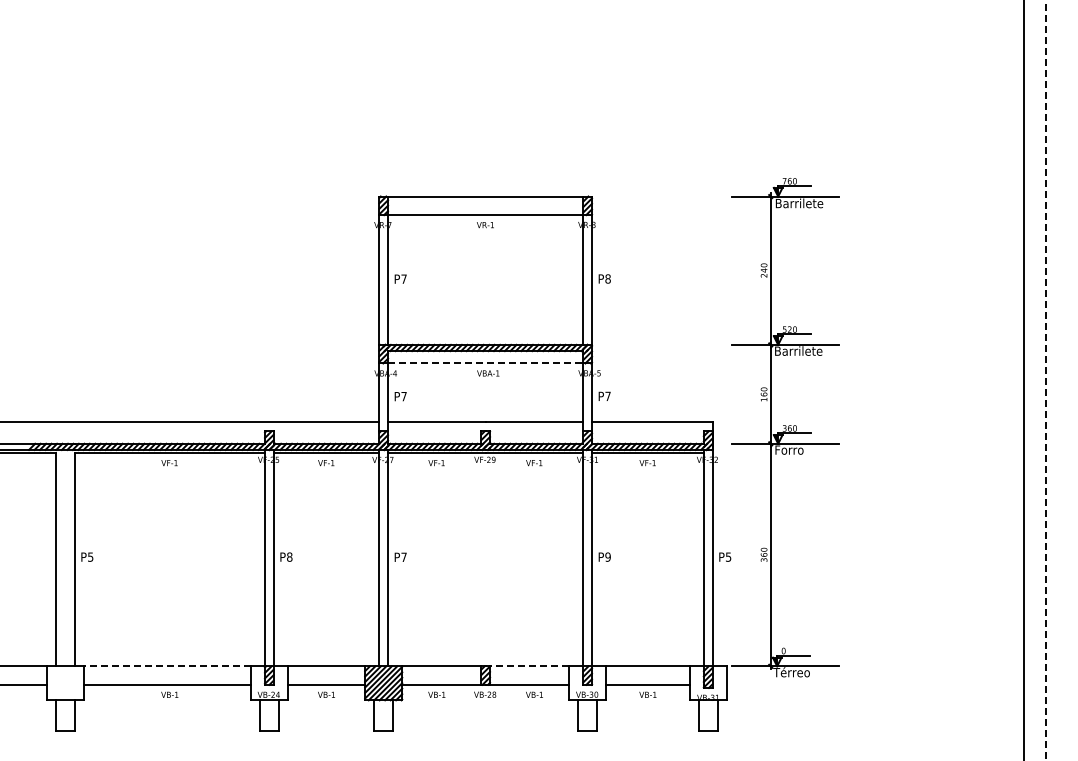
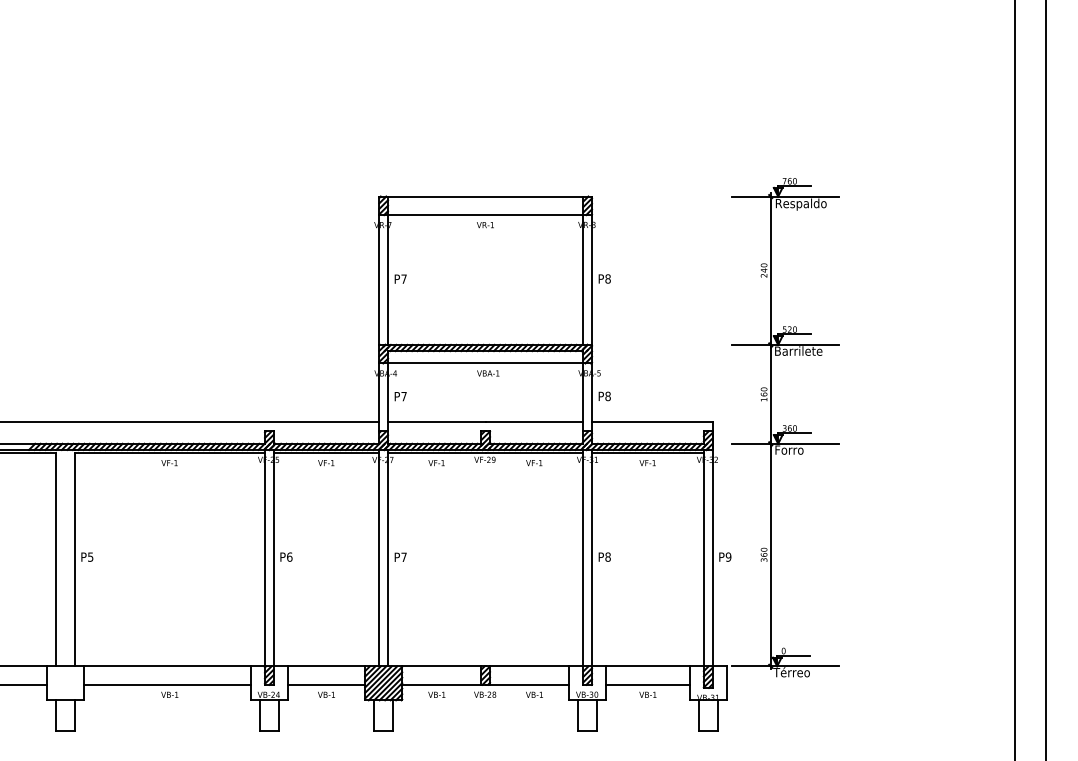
text at (801, 204): Barrilete -> Respaldo
line at (485, 363): dashed -> solid
line at (1023, 379) position: (1023, 379) -> (1014, 379)
line at (1045, 380): dashed -> solid
text at (607, 396): P7 -> P8
text at (289, 556): P8 -> P6
text at (607, 556): P9 -> P8
text at (728, 556): P5 -> P9
line at (166, 666): dashed -> solid
line at (529, 666): dashed -> solid
